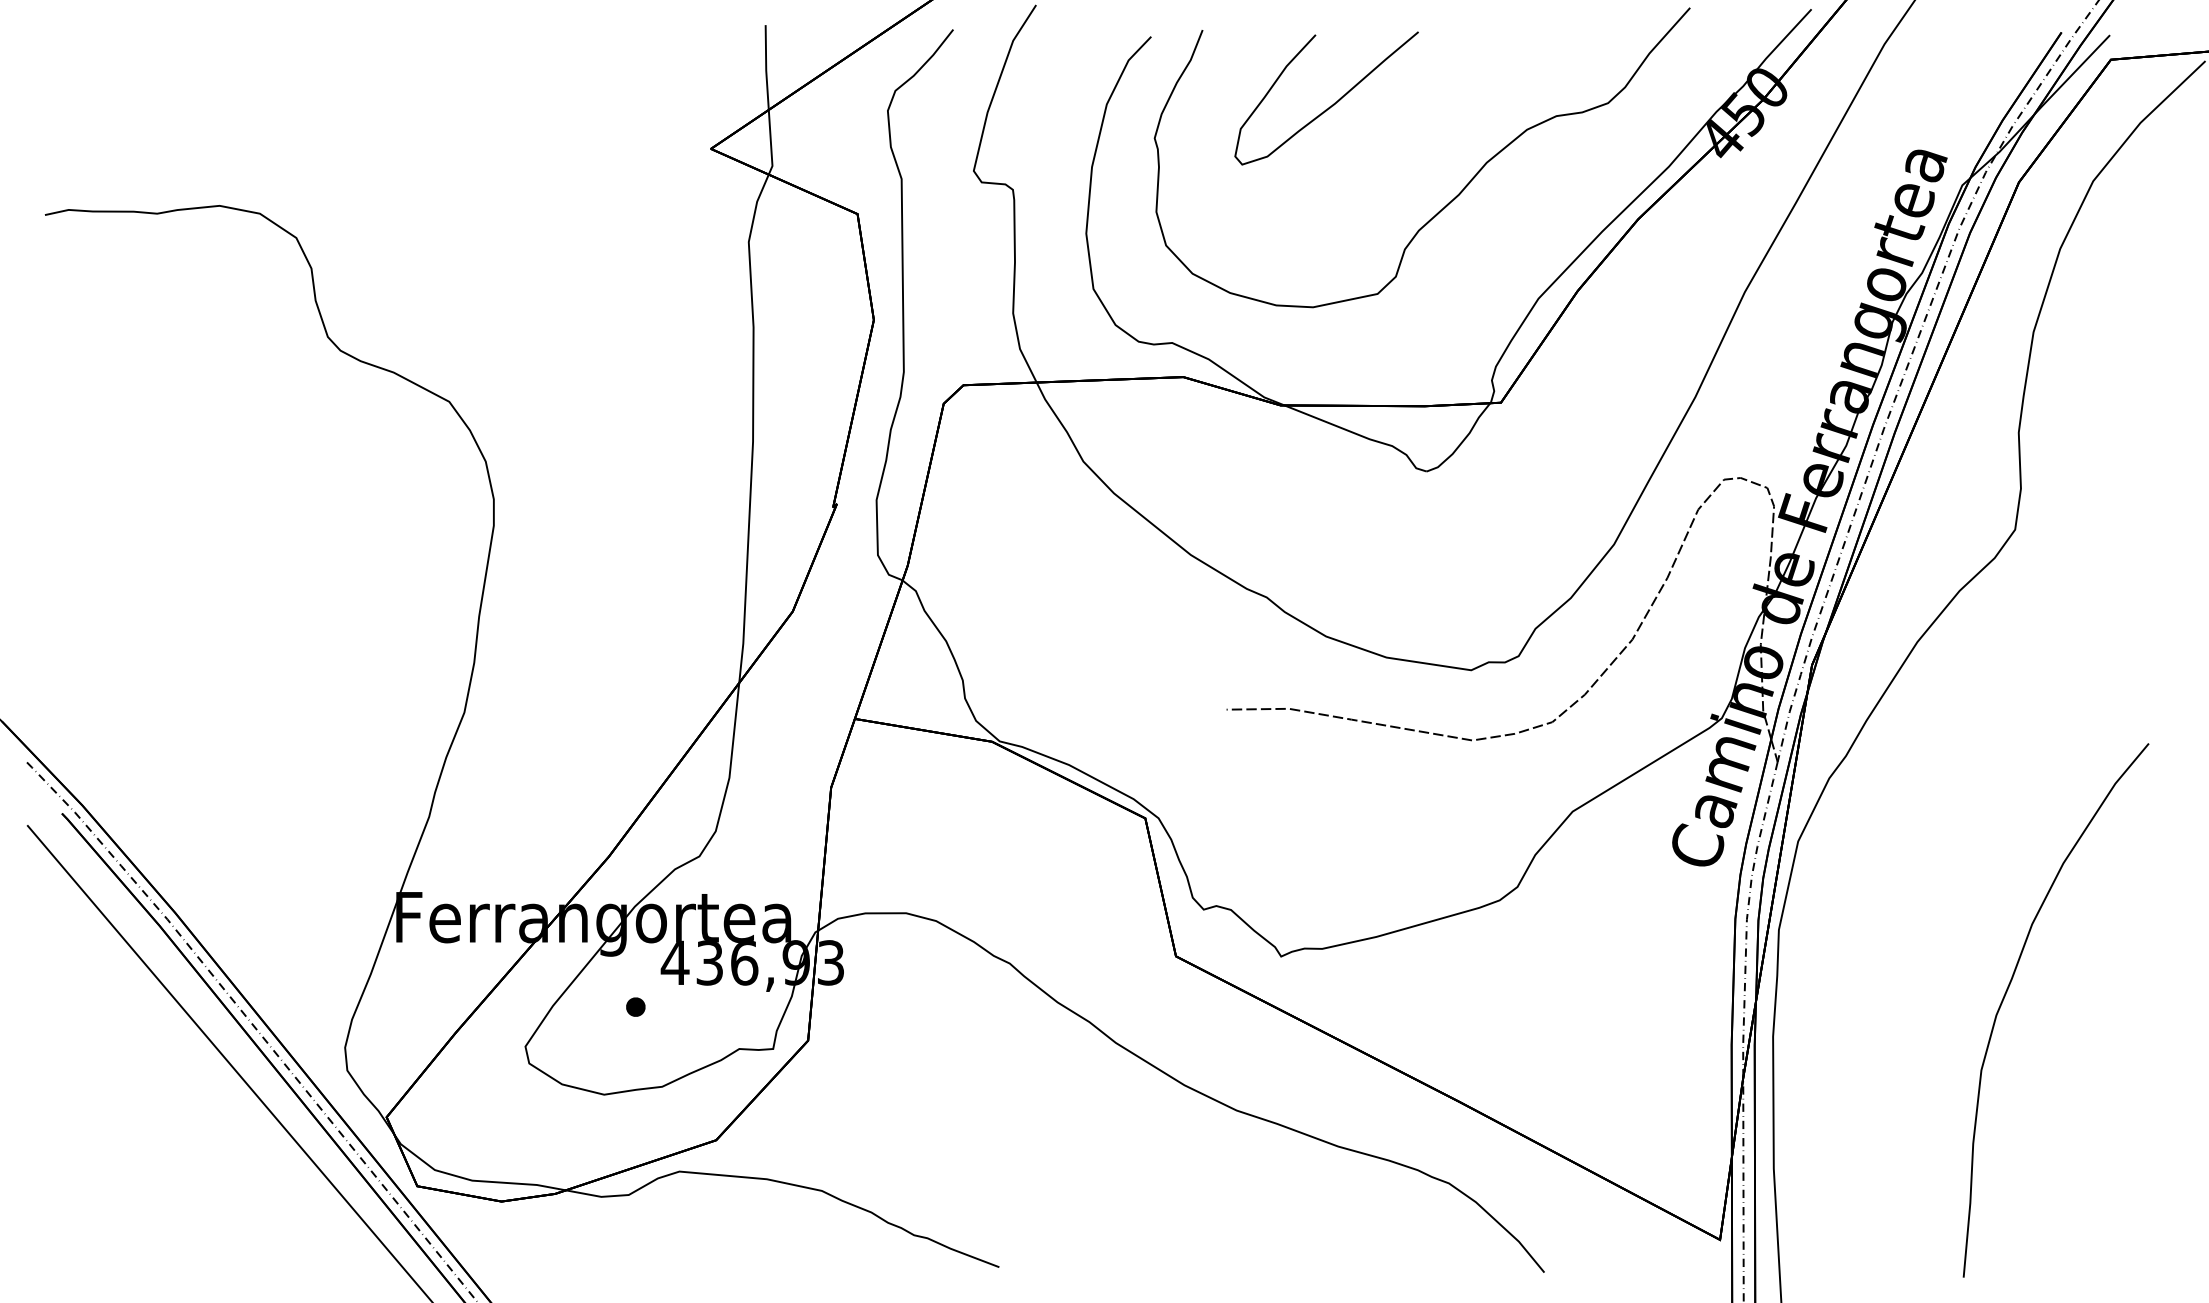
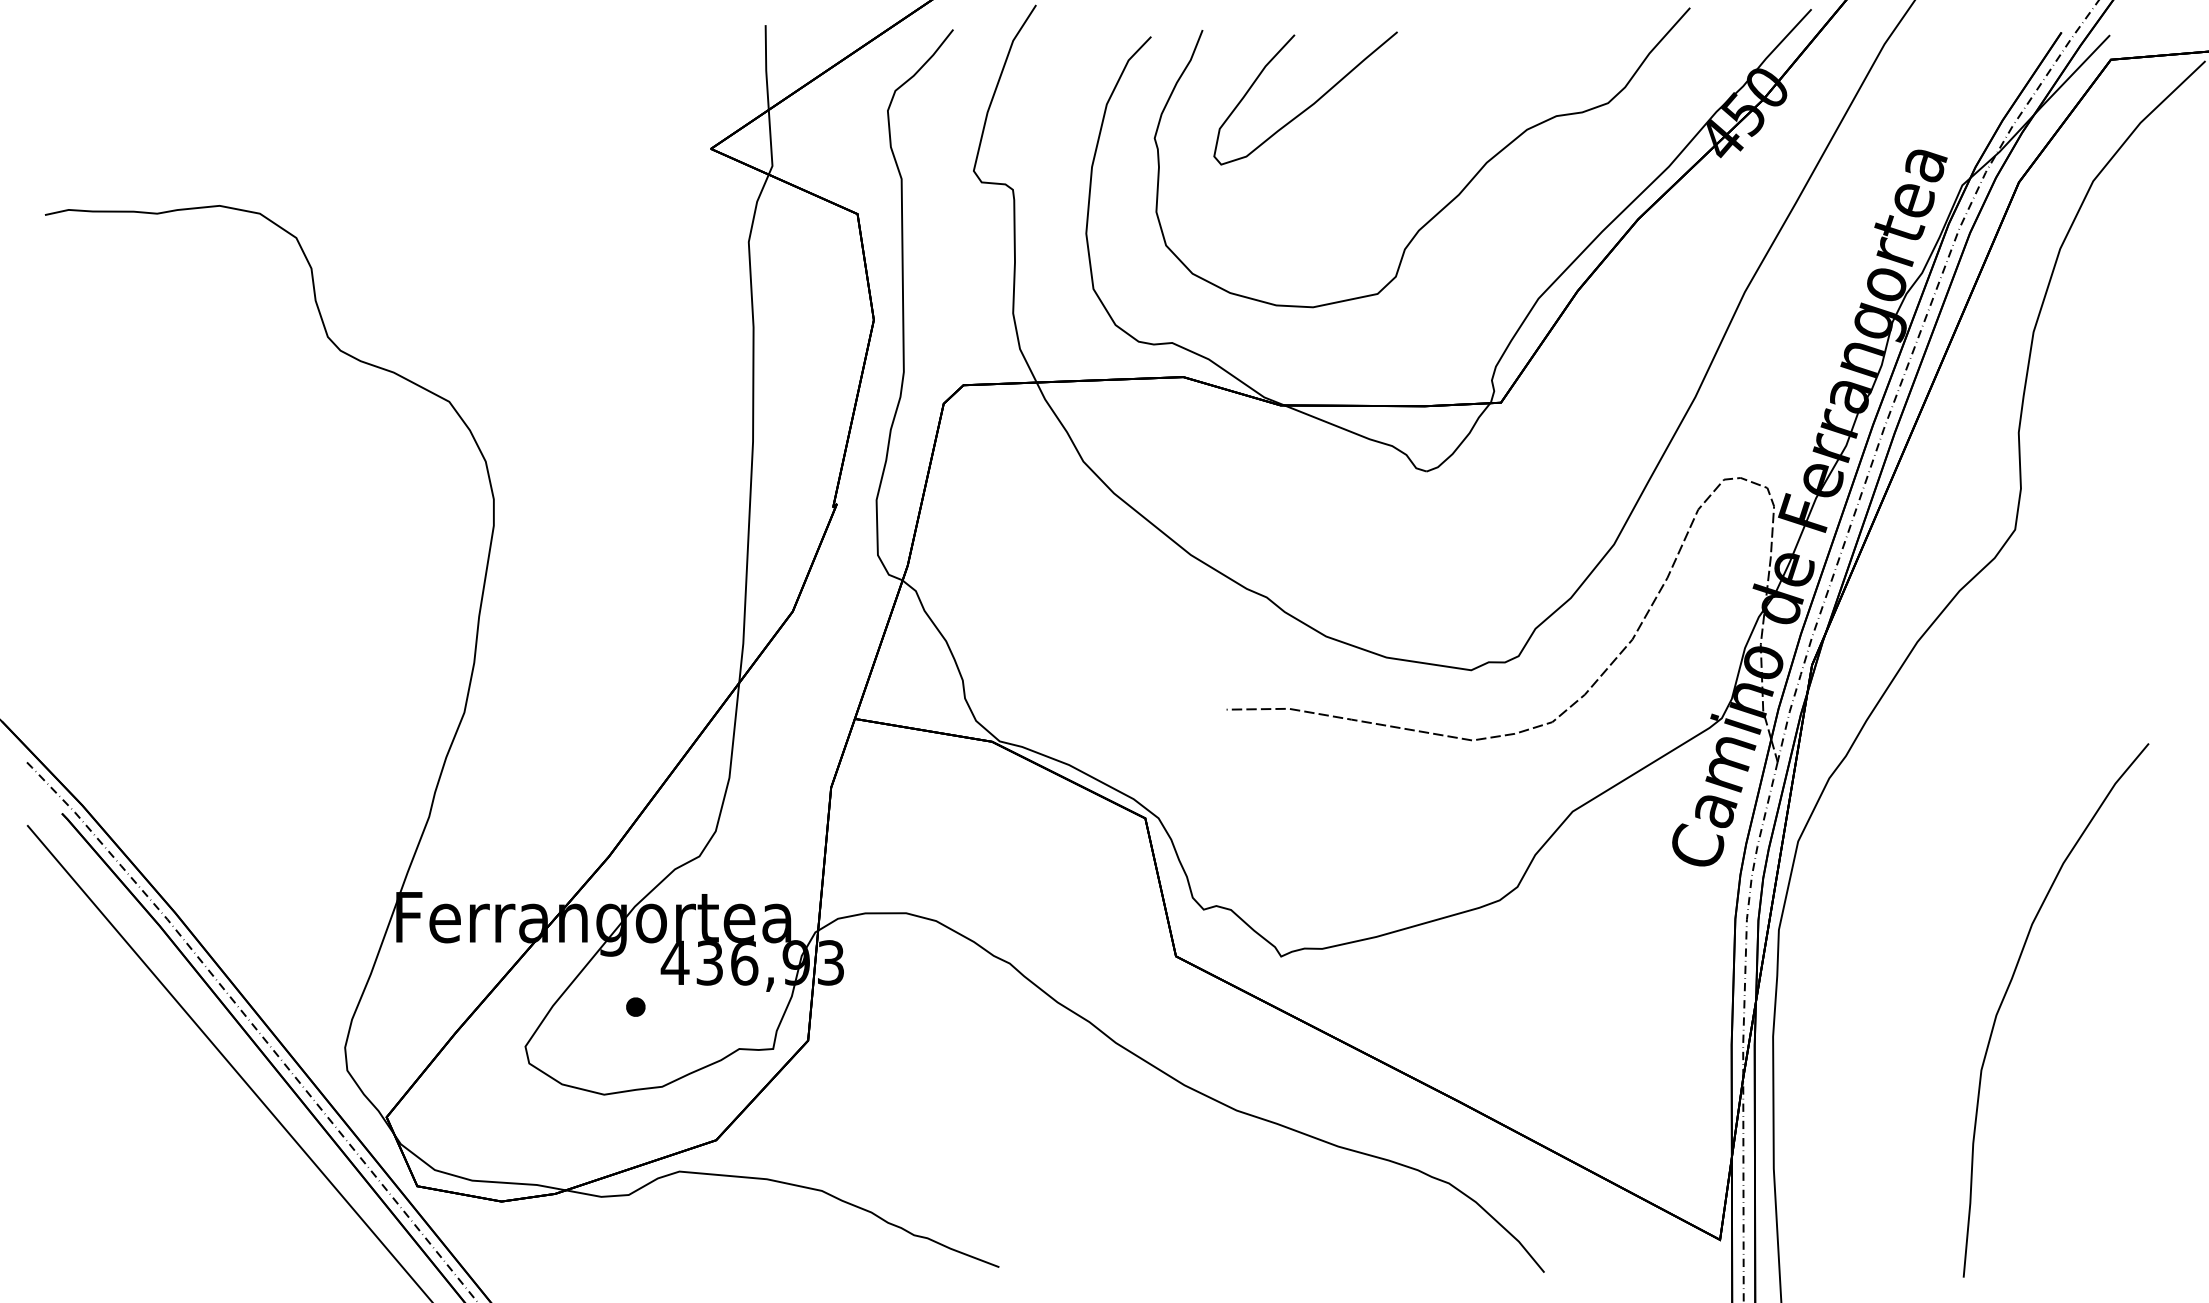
curve at (1332, 104) position: (1332, 104) -> (1311, 104)
